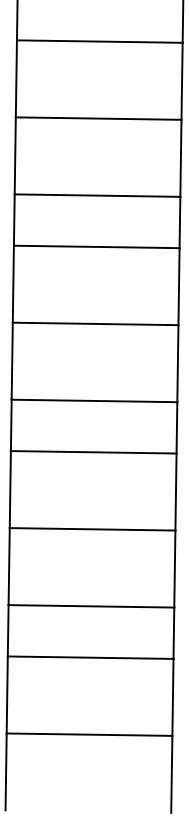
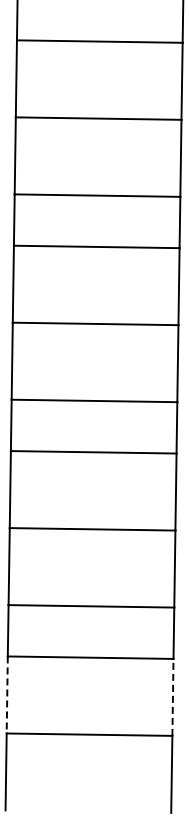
line at (7, 694): solid -> dashed
line at (172, 696): solid -> dashed
